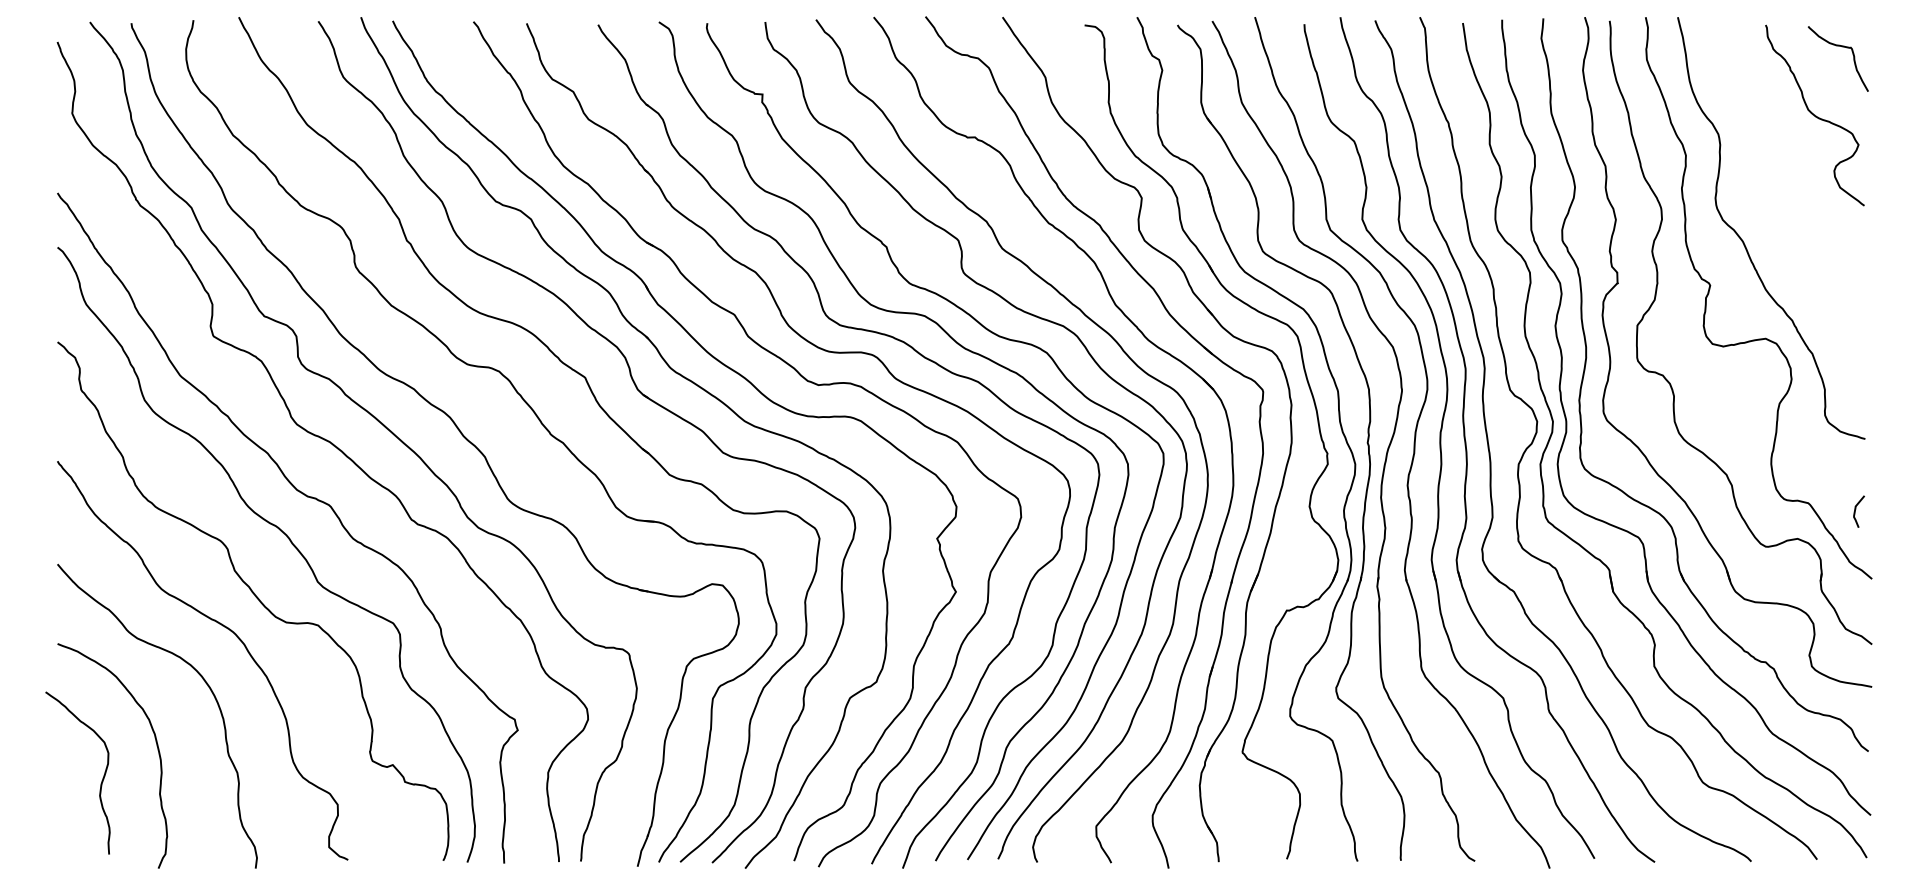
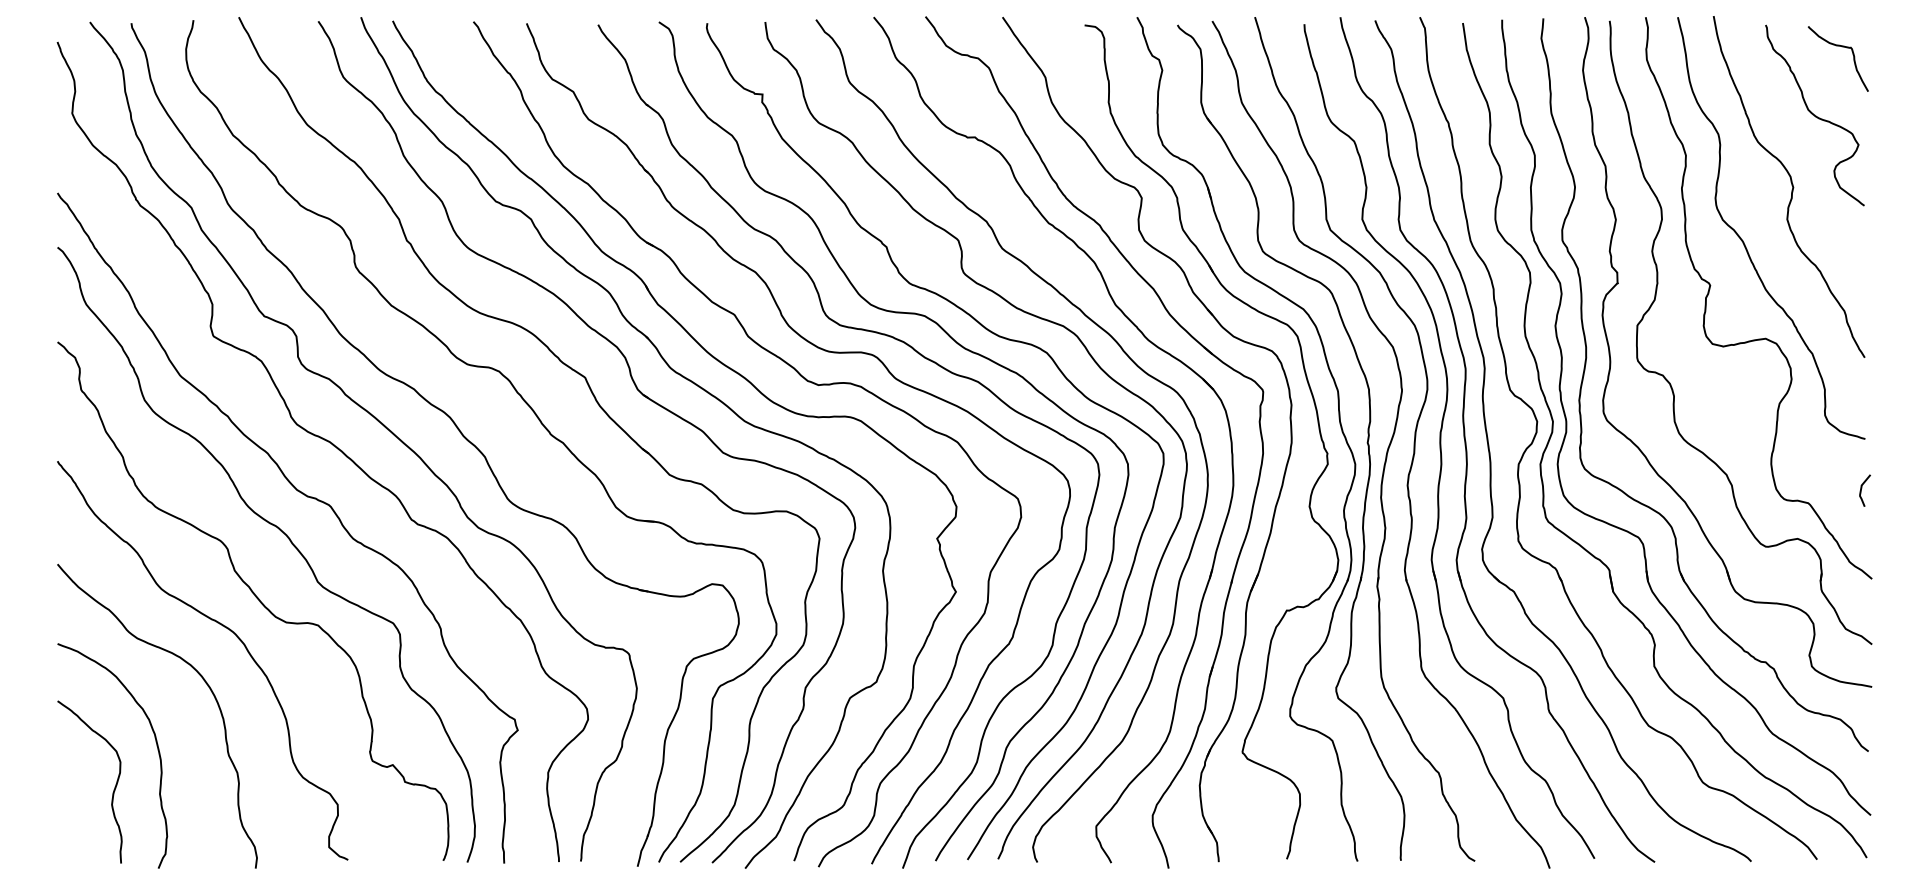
curve at (1791, 185): none -> present
curve at (1856, 509) position: (1856, 509) -> (1862, 488)
curve at (101, 780) position: (101, 780) -> (113, 789)
